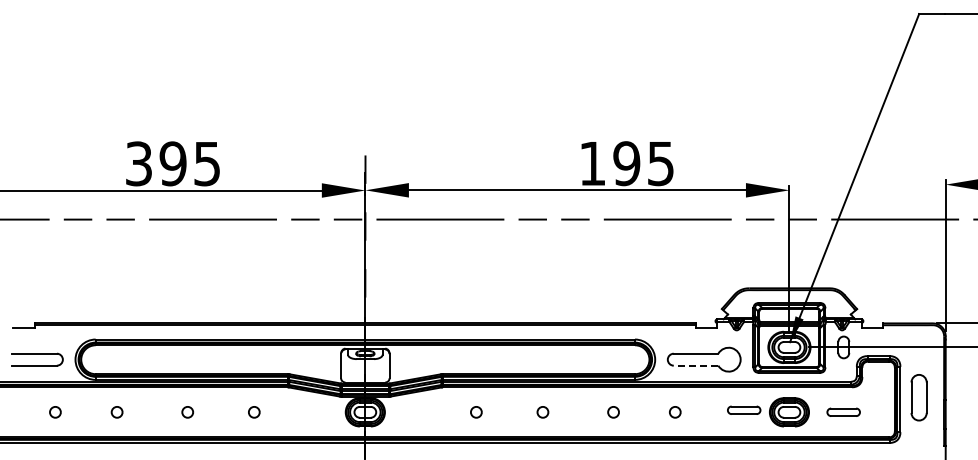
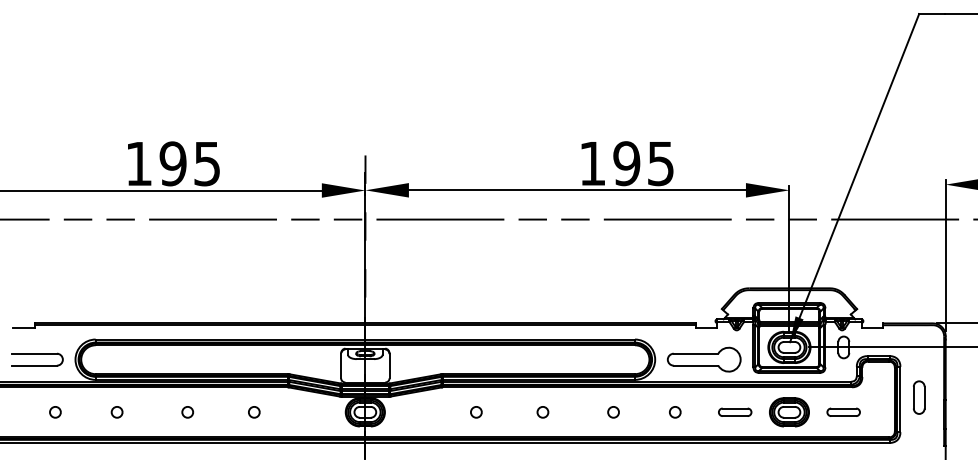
text at (138, 163): 395 -> 195
line at (695, 365): dashed -> solid
part at (918, 397) size: 18x48 px -> 13x35 px
part at (744, 409) position: (744, 409) -> (735, 411)
